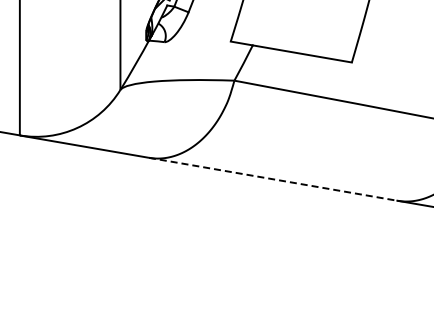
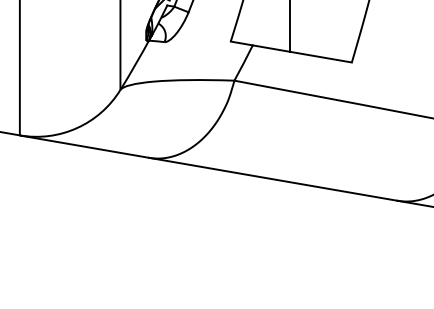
line at (290, 26): none -> present
line at (273, 179): dashed -> solid
